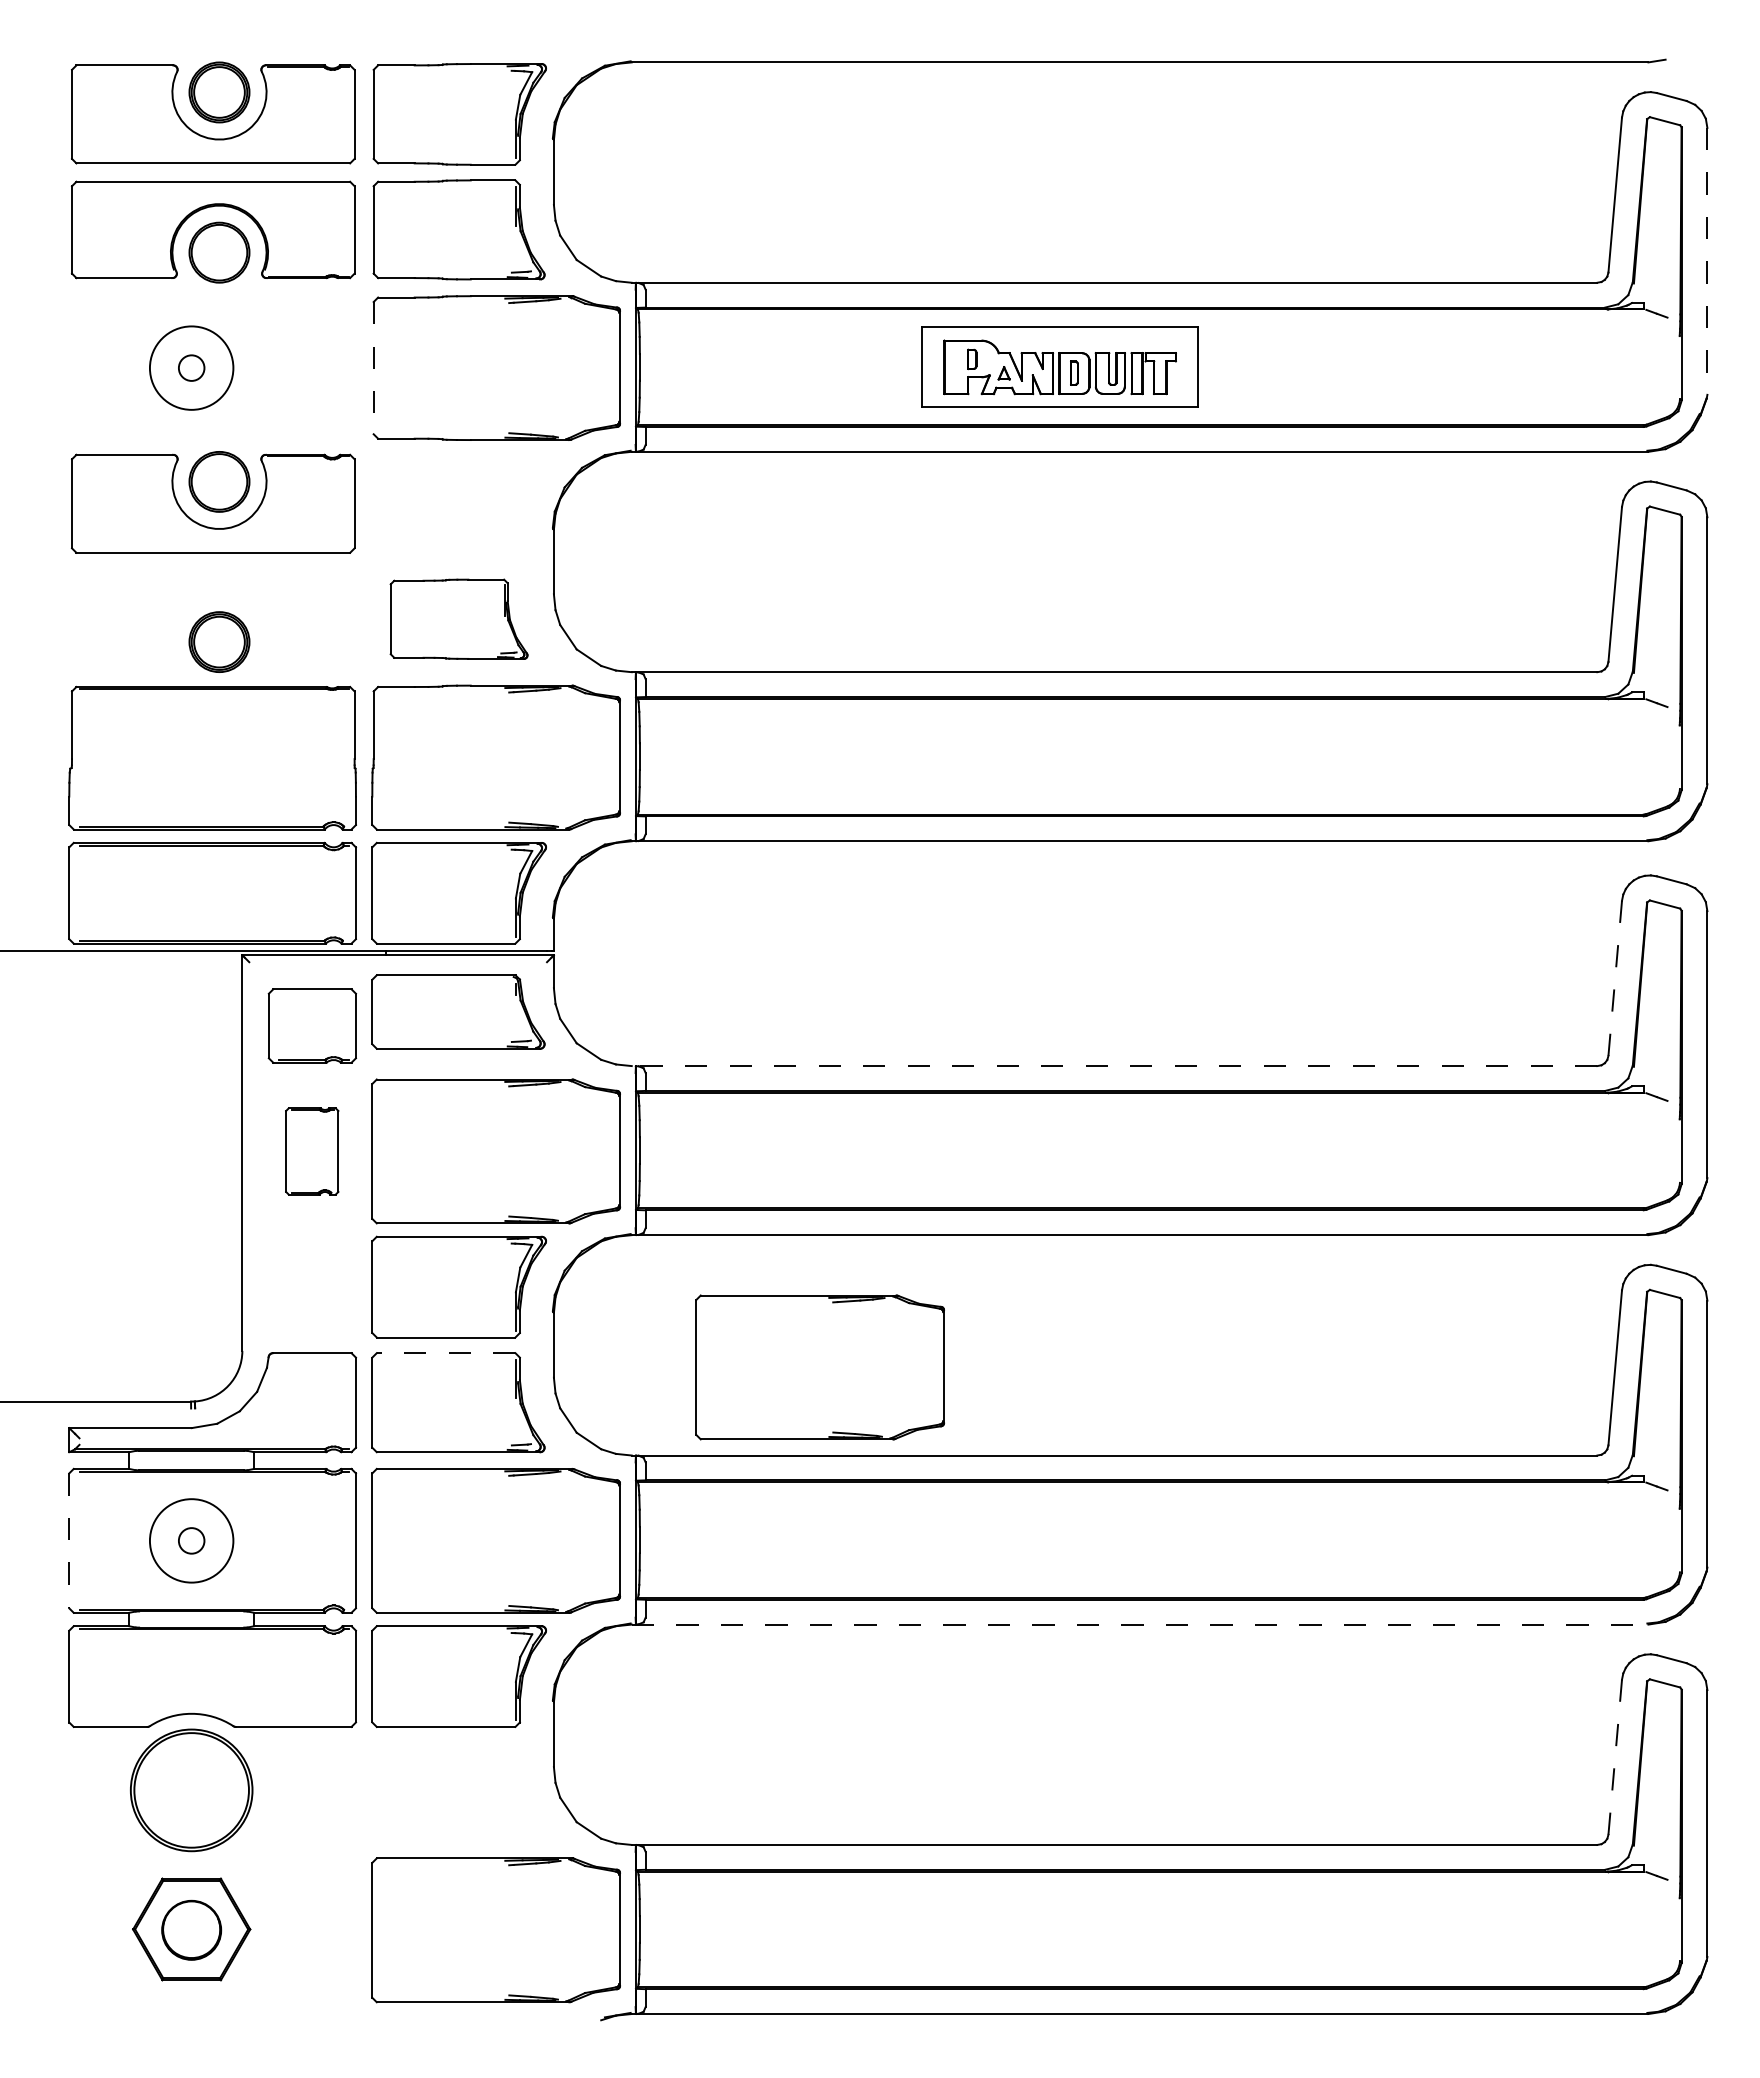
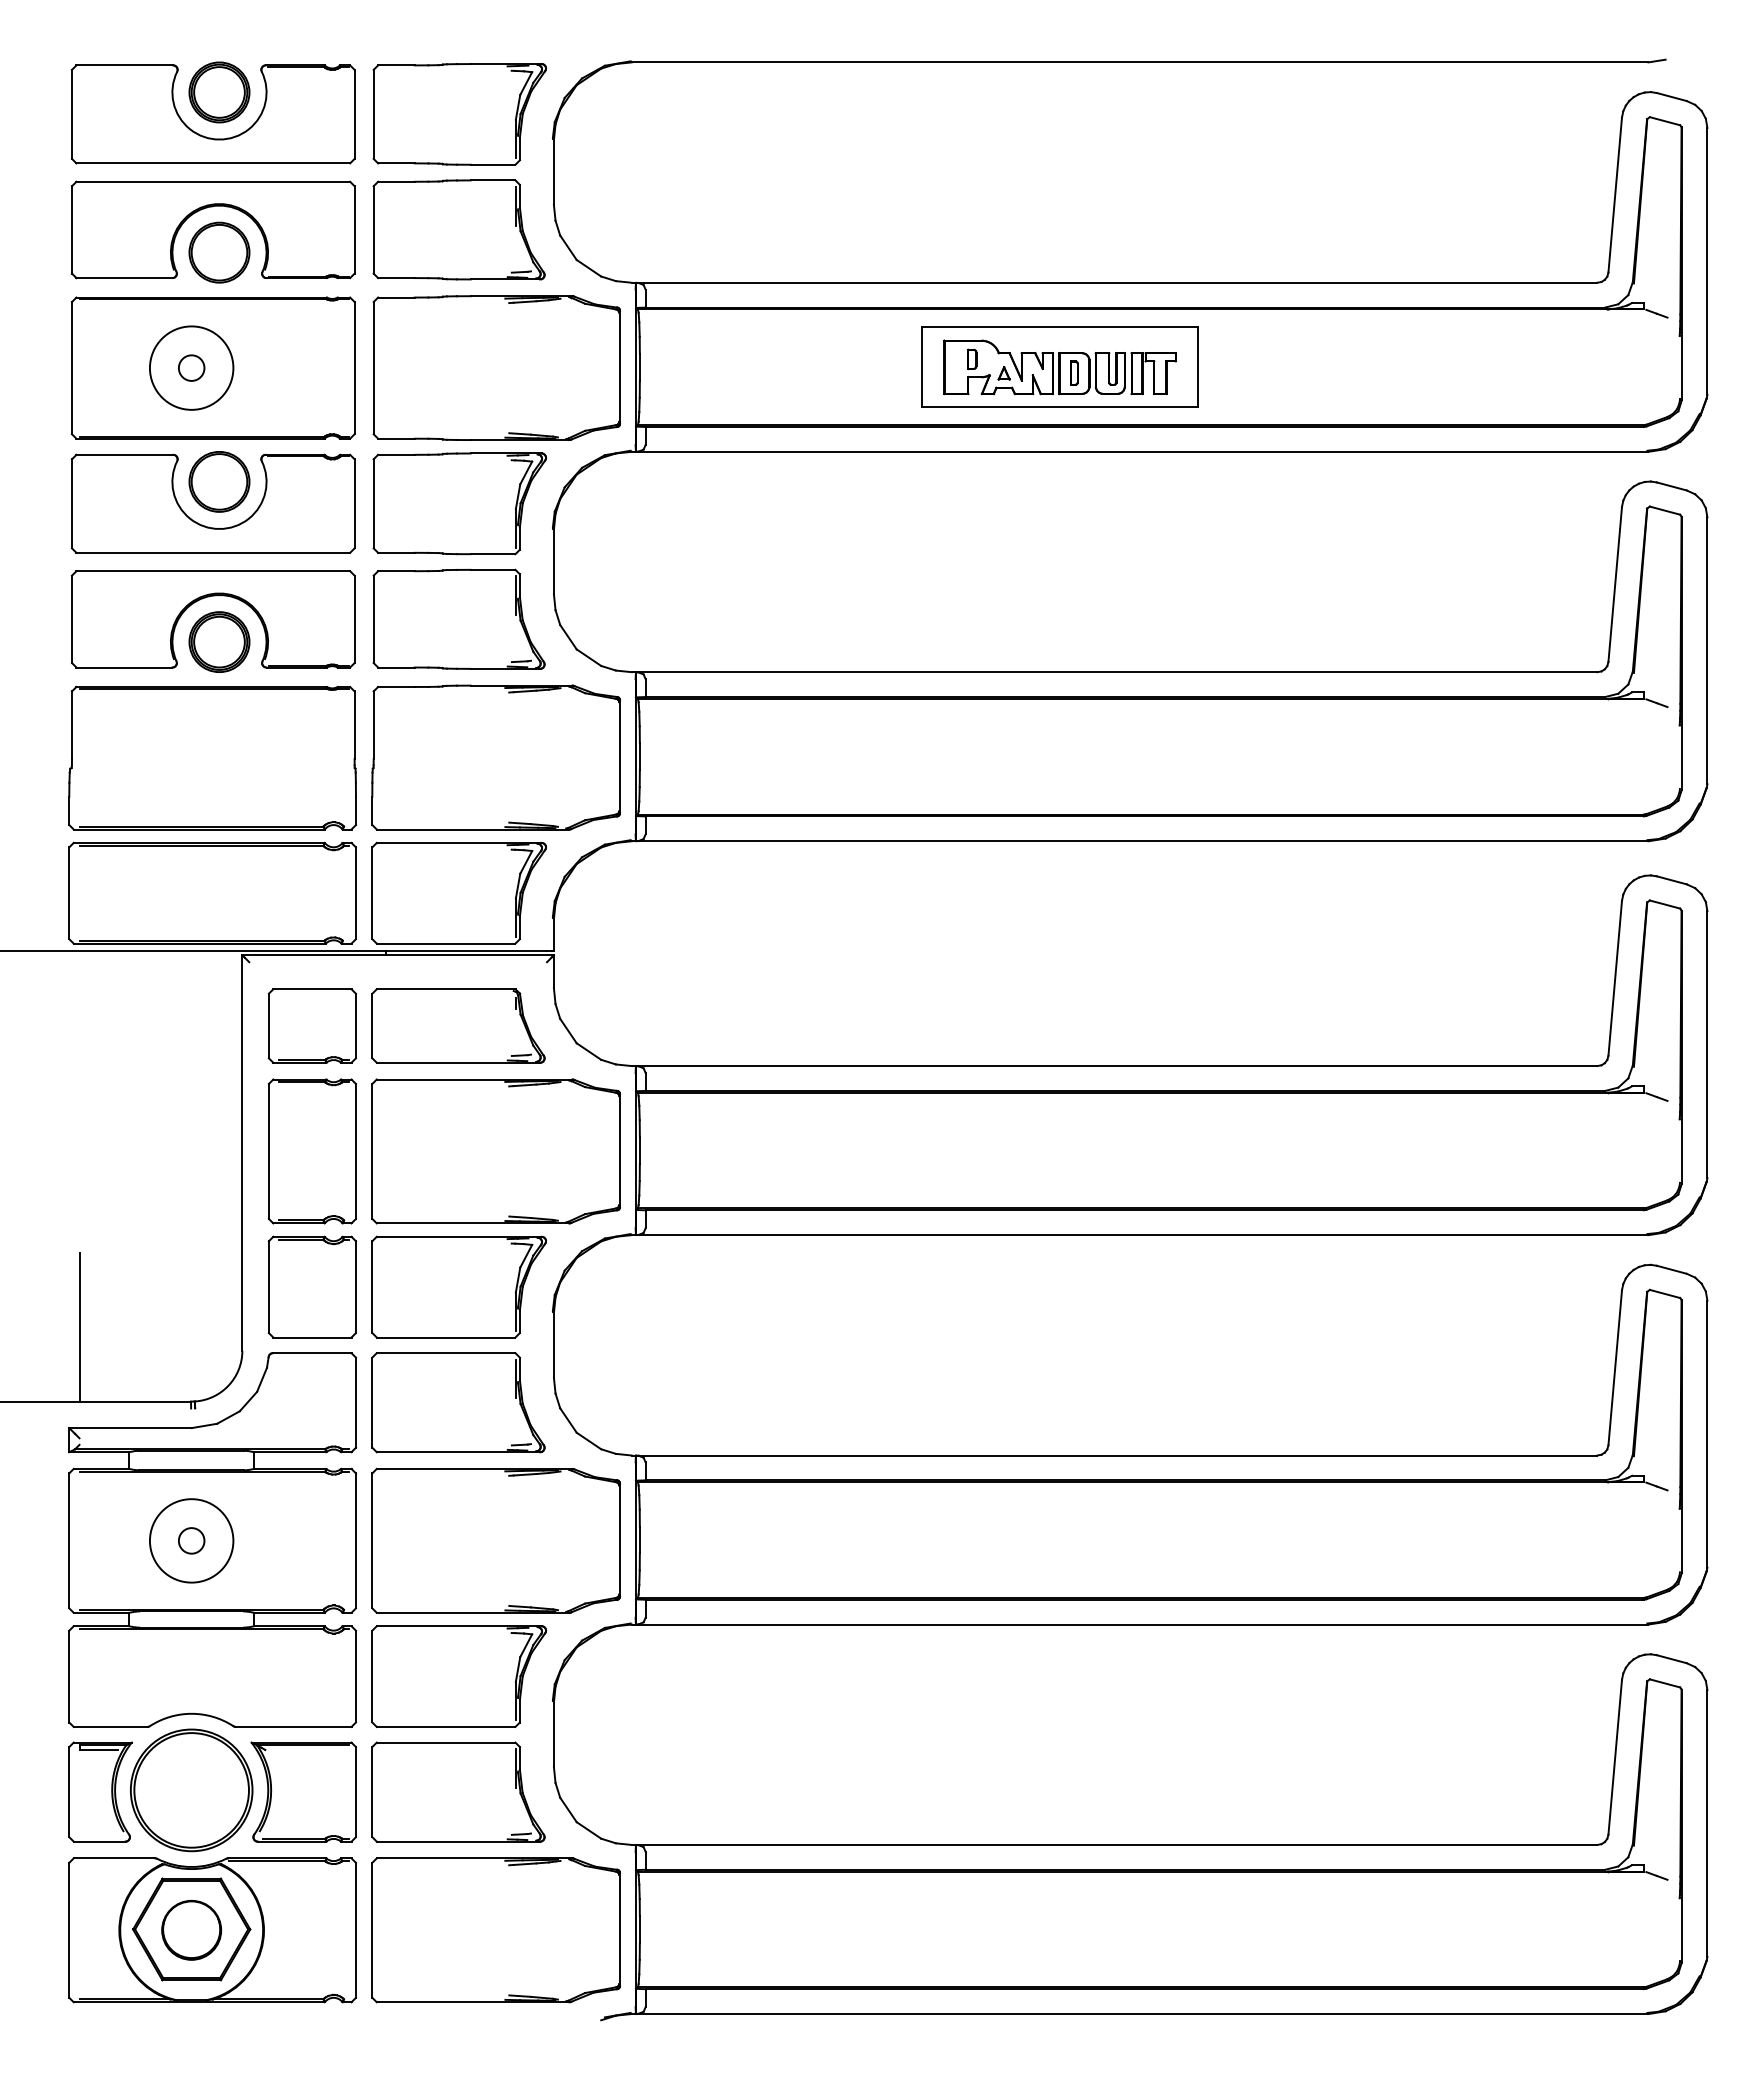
line at (1707, 261): dashed -> solid
part at (213, 367): none -> present
line at (373, 368): dashed -> solid
part at (459, 503): none -> present
part at (209, 597): none -> present
part at (458, 618) size: 140x82 px -> 174x102 px
line at (1615, 978): dashed -> solid
part at (458, 1011) position: (458, 1011) -> (458, 1025)
line at (1114, 1066): dashed -> solid
part at (312, 1151) size: 55x89 px -> 90x147 px
part at (311, 1286): none -> present
line at (80, 1326): none -> present
line at (445, 1353): dashed -> solid
part at (819, 1367): present -> none
line at (69, 1541): dashed -> solid
line at (1140, 1624): dashed -> solid
line at (1615, 1757): dashed -> solid
part at (100, 1791): none -> present
part at (303, 1791): none -> present
part at (458, 1791): none -> present
part at (212, 1930): none -> present
